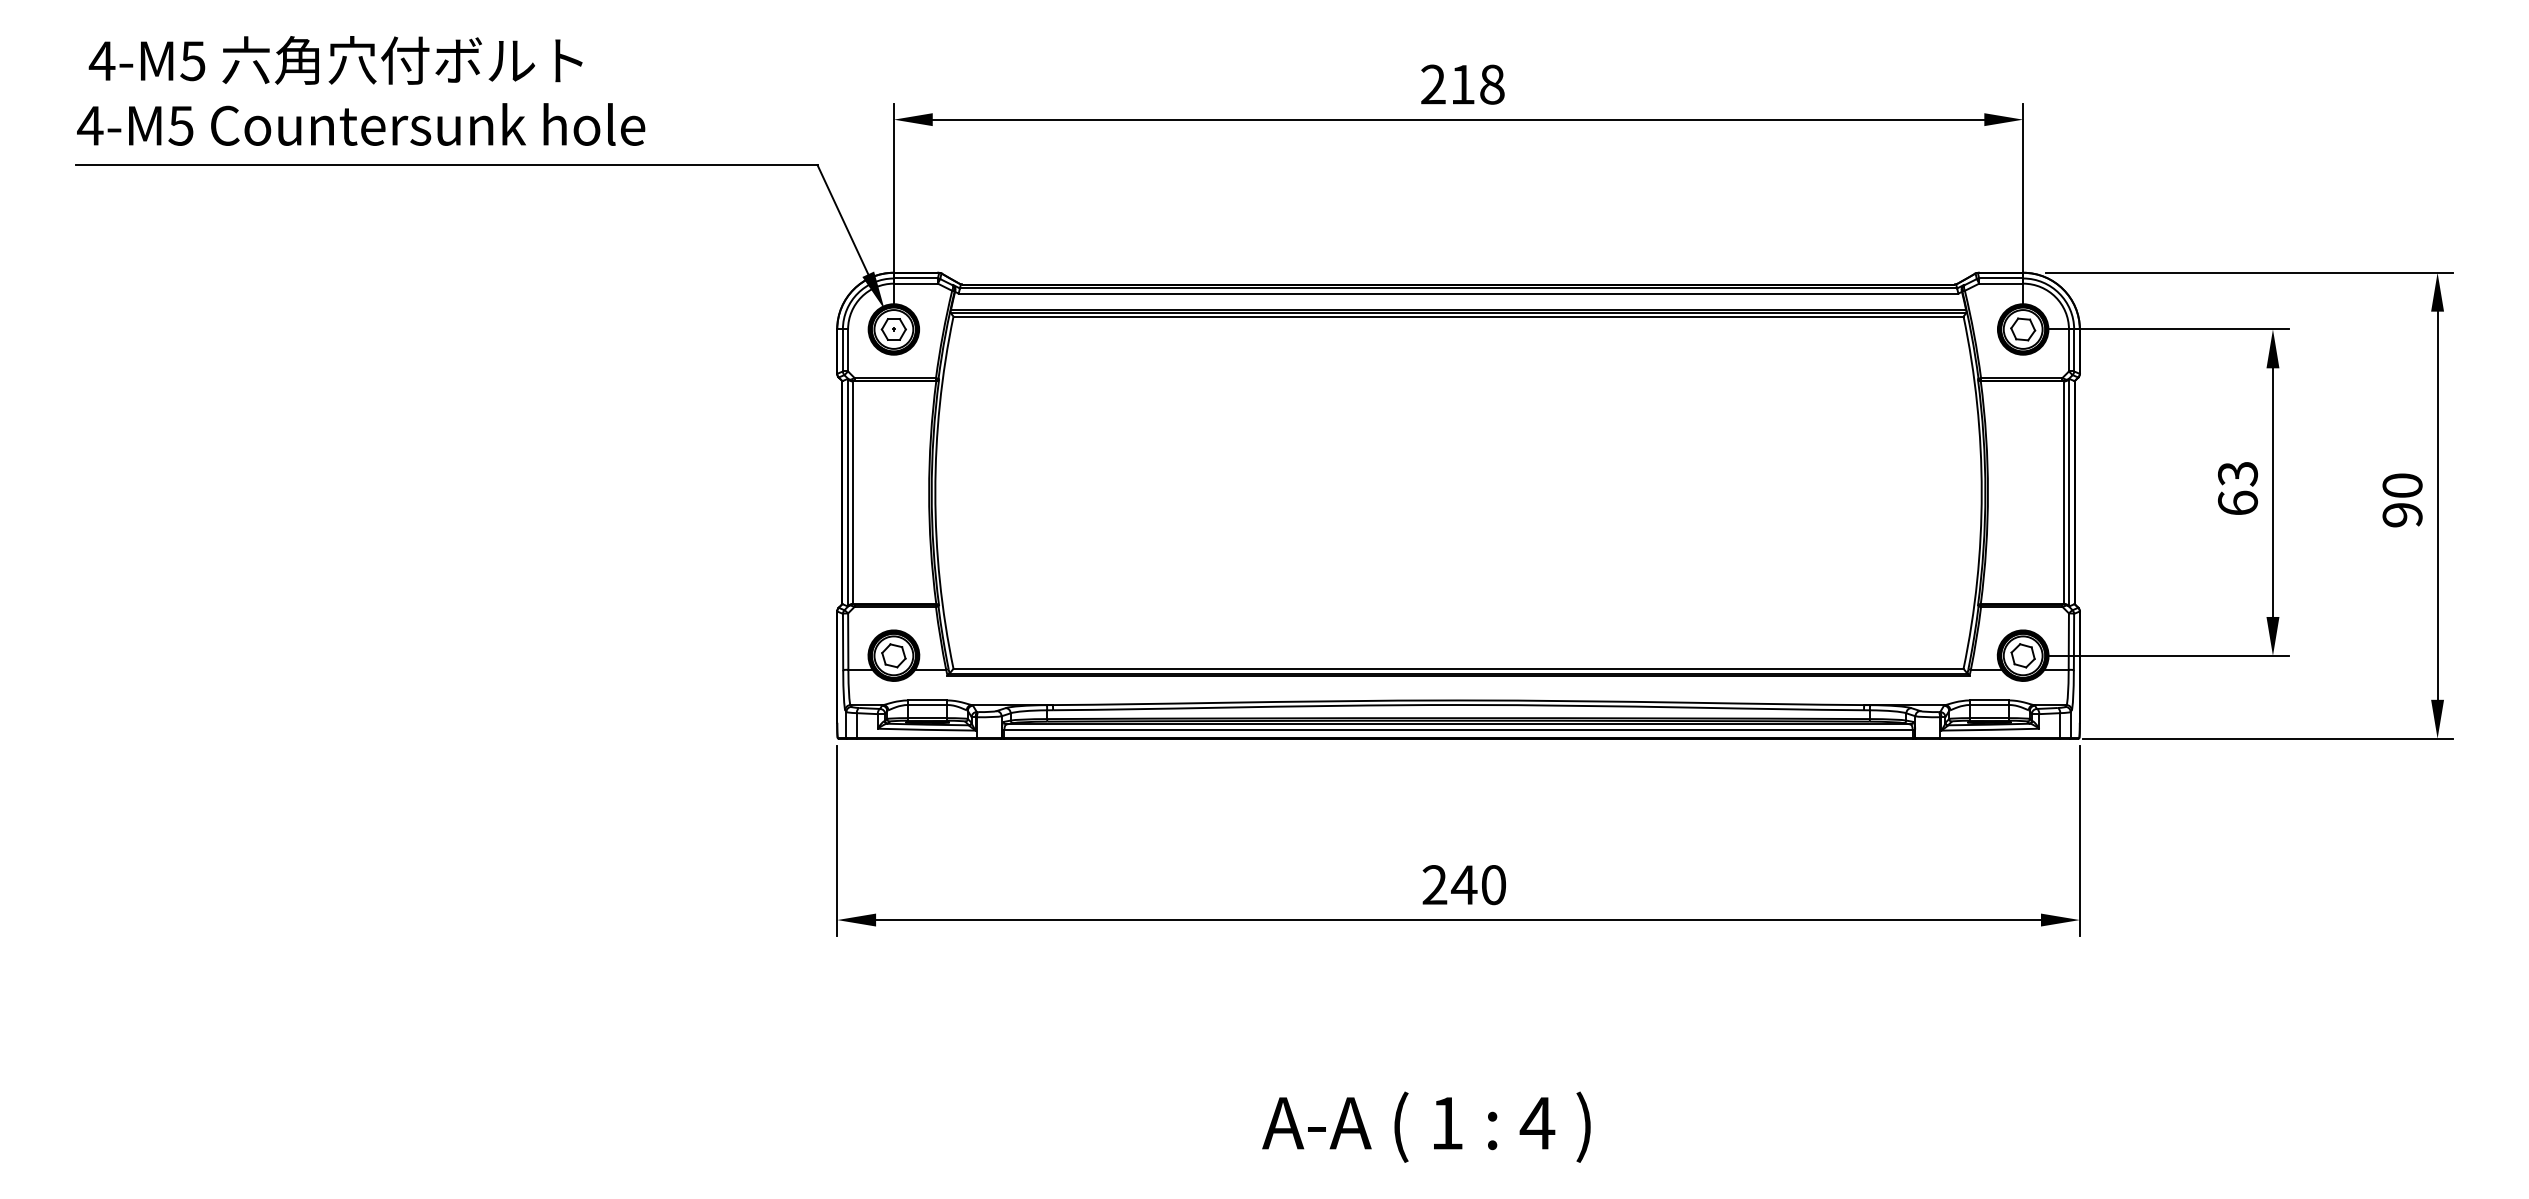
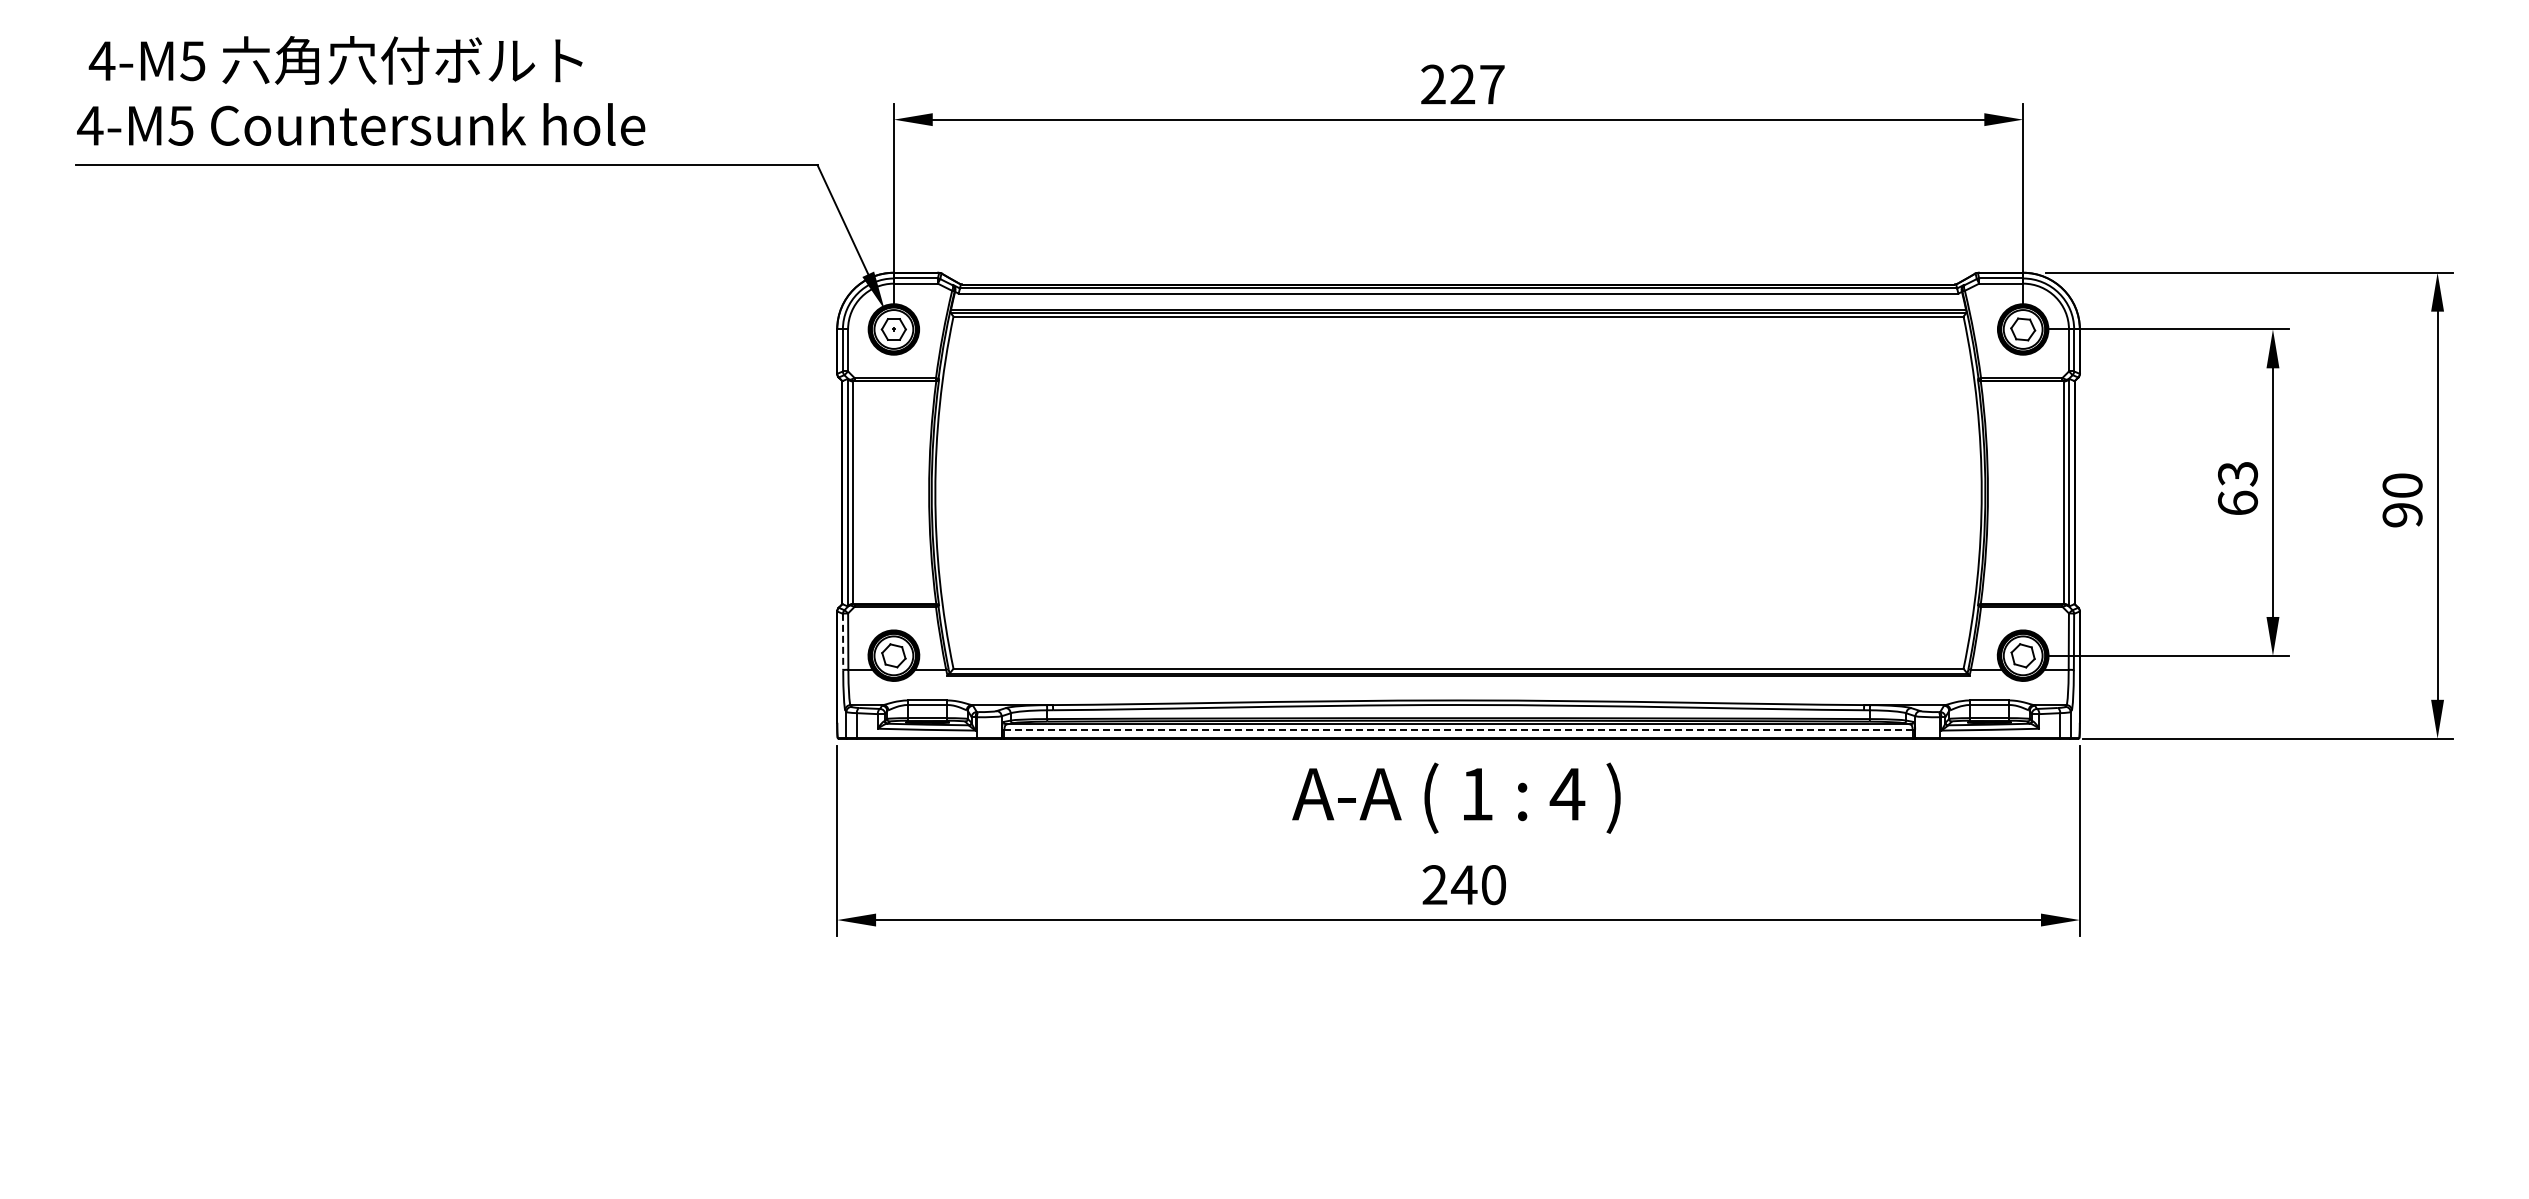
text at (1477, 84): 218 -> 227
line at (843, 642): solid -> dashed
line at (1459, 729): solid -> dashed
text at (1426, 1126) position: (1426, 1126) -> (1456, 797)
